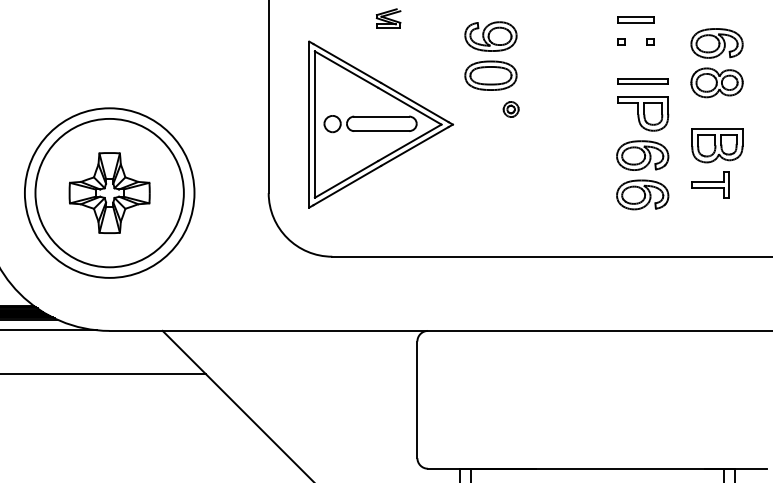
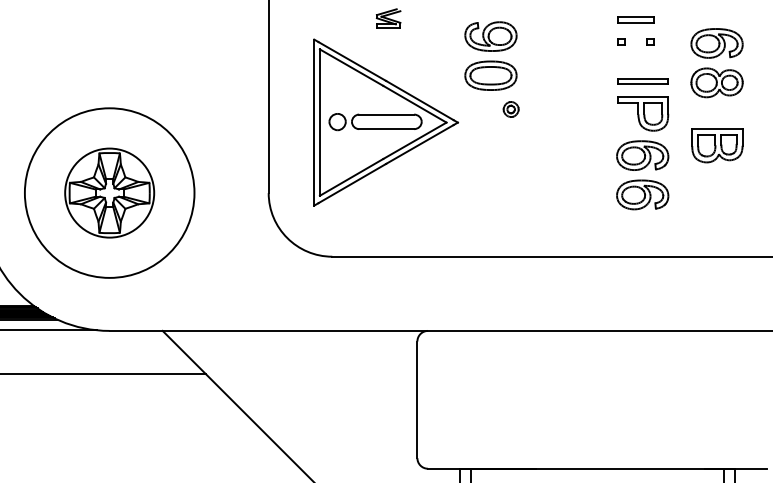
part at (380, 124) position: (380, 124) -> (385, 122)
part at (710, 184): present -> none
circle at (109, 192) diameter: 148 px -> 89 px
